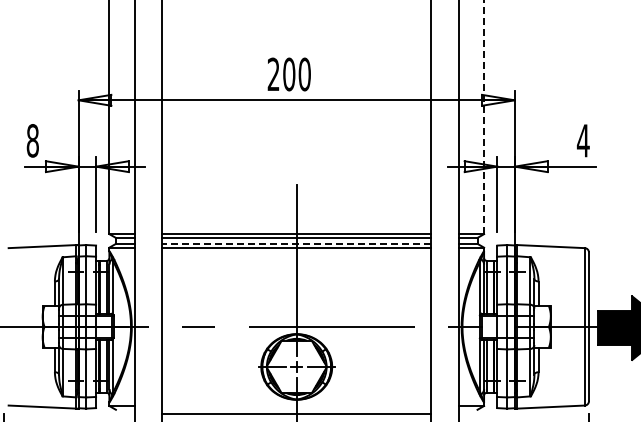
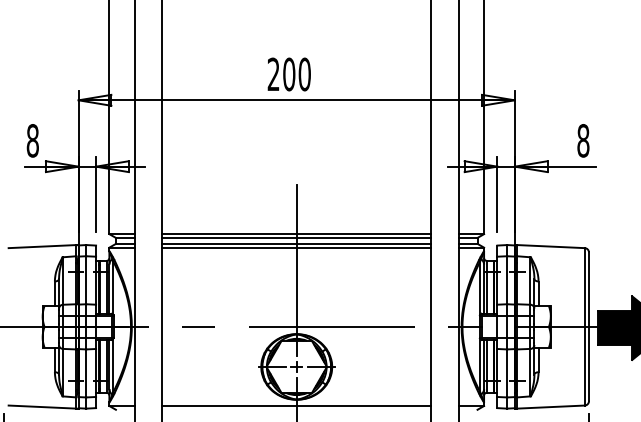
line at (484, 117): dashed -> solid
text at (582, 140): 4 -> 8
line at (296, 243): dashed -> solid
line at (296, 414) position: (296, 414) -> (296, 406)
